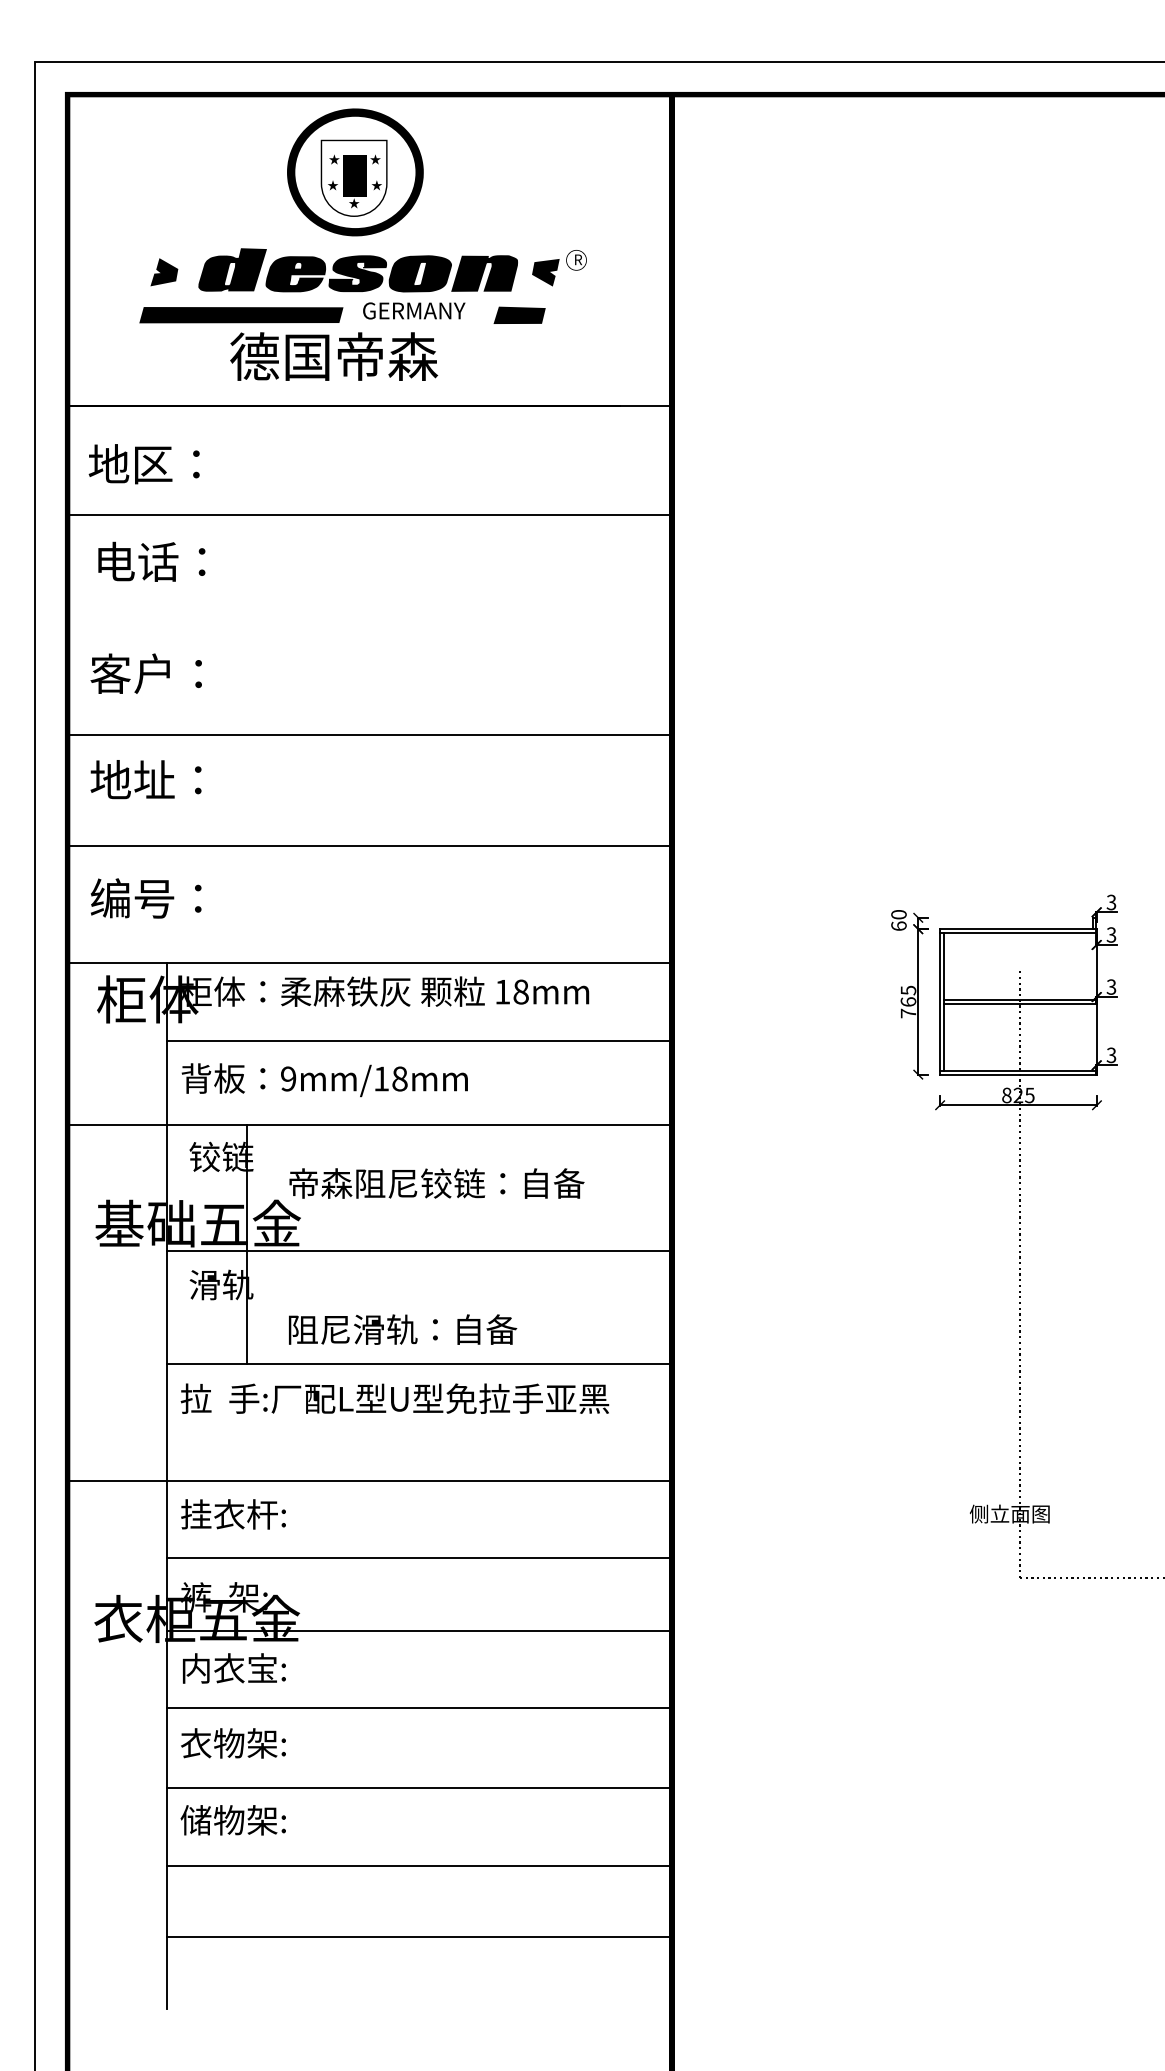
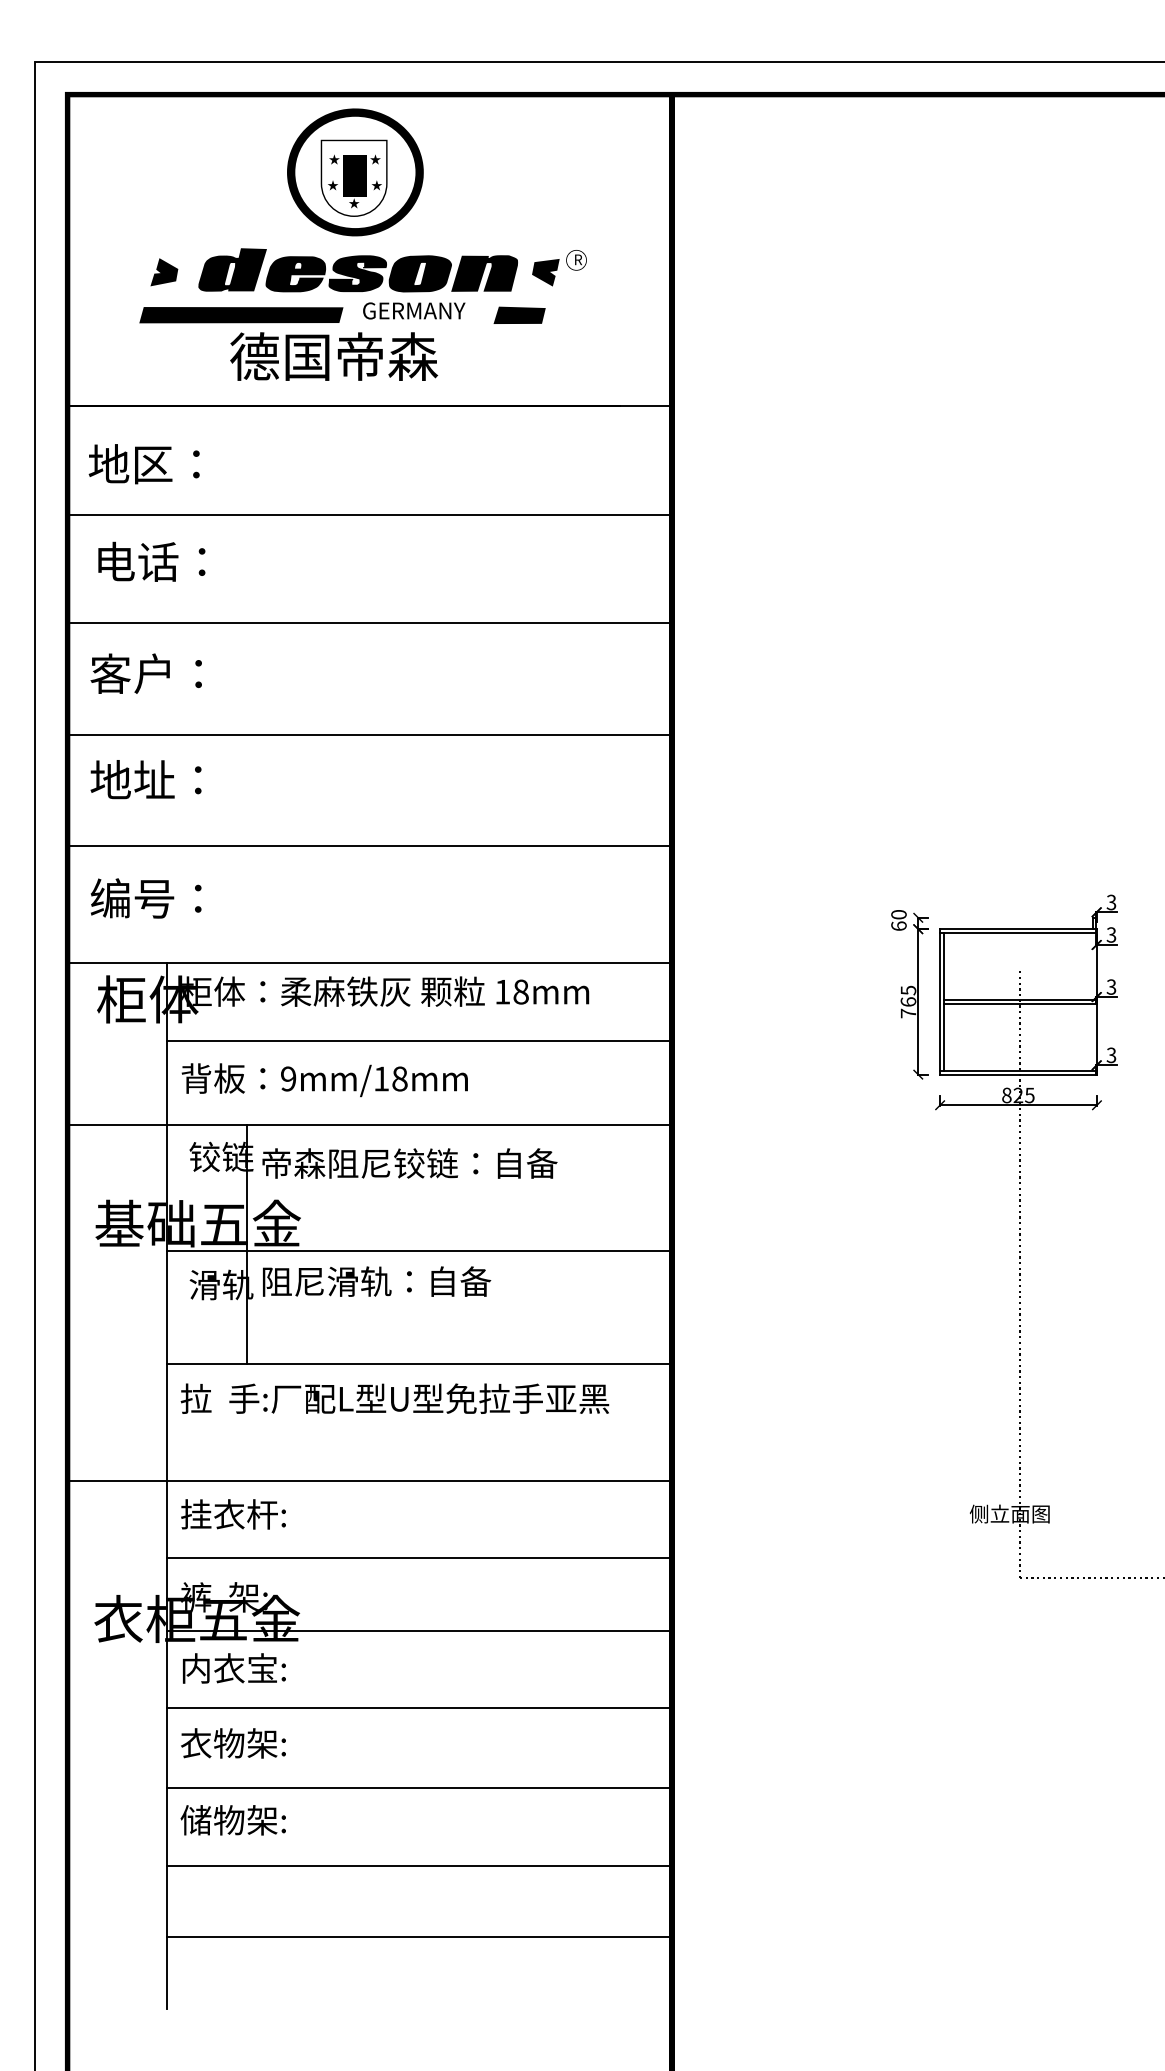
line at (371, 623): none -> present
text at (436, 1183) position: (436, 1183) -> (409, 1163)
text at (403, 1329) position: (403, 1329) -> (377, 1281)
